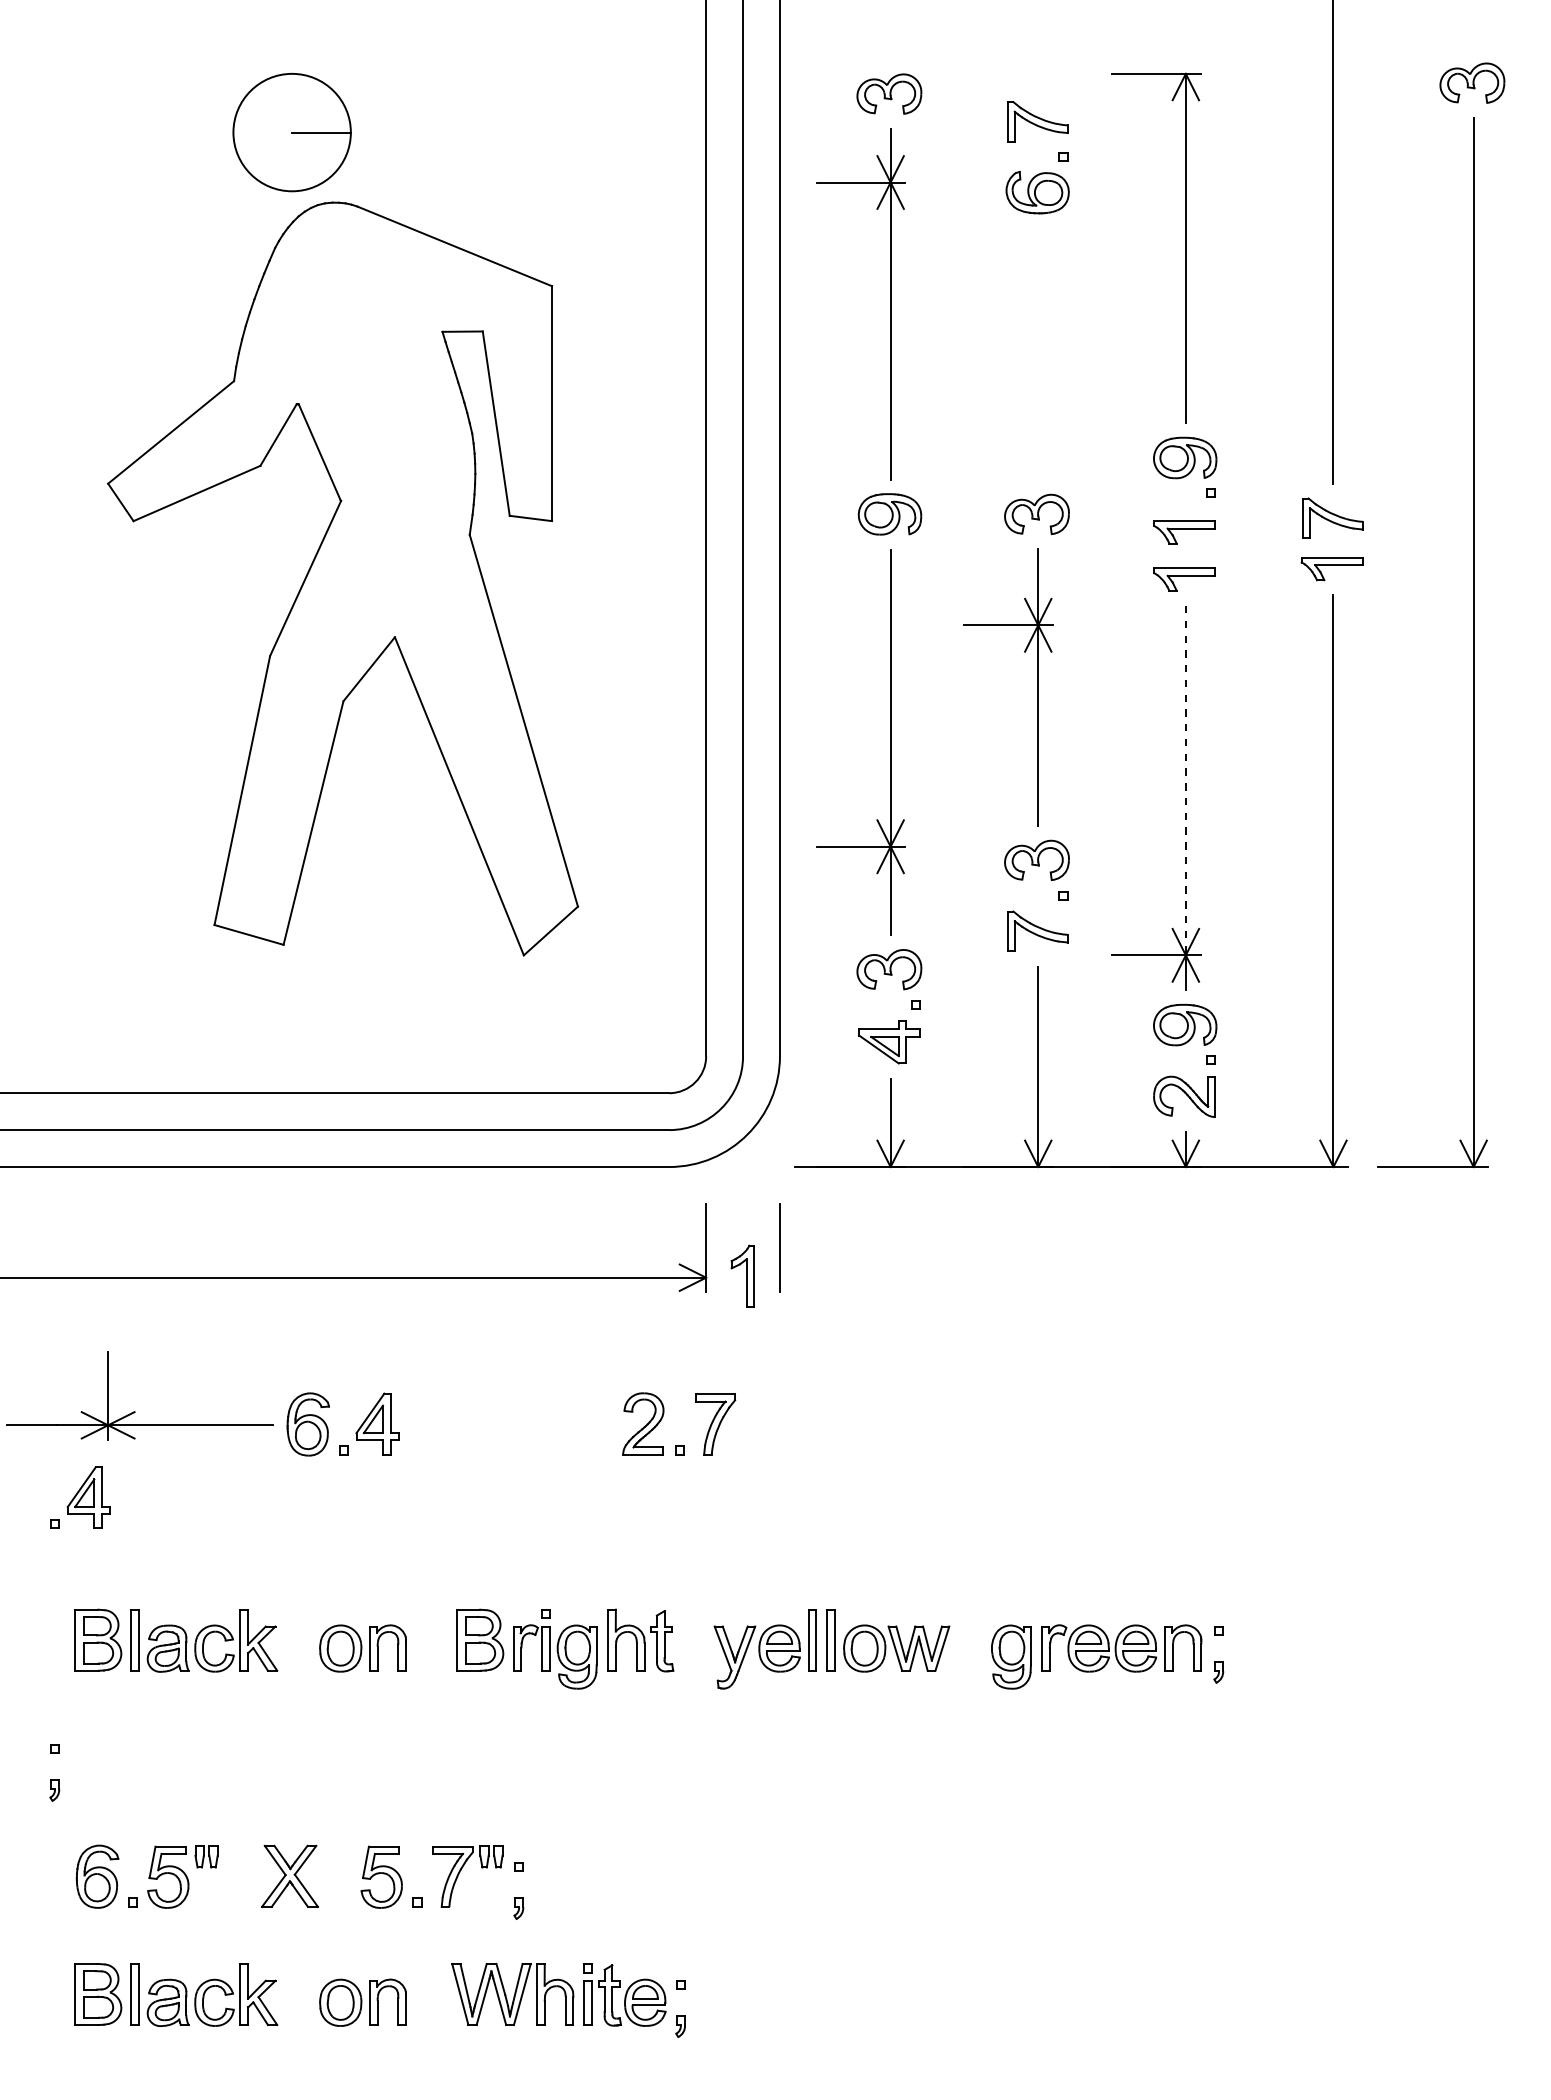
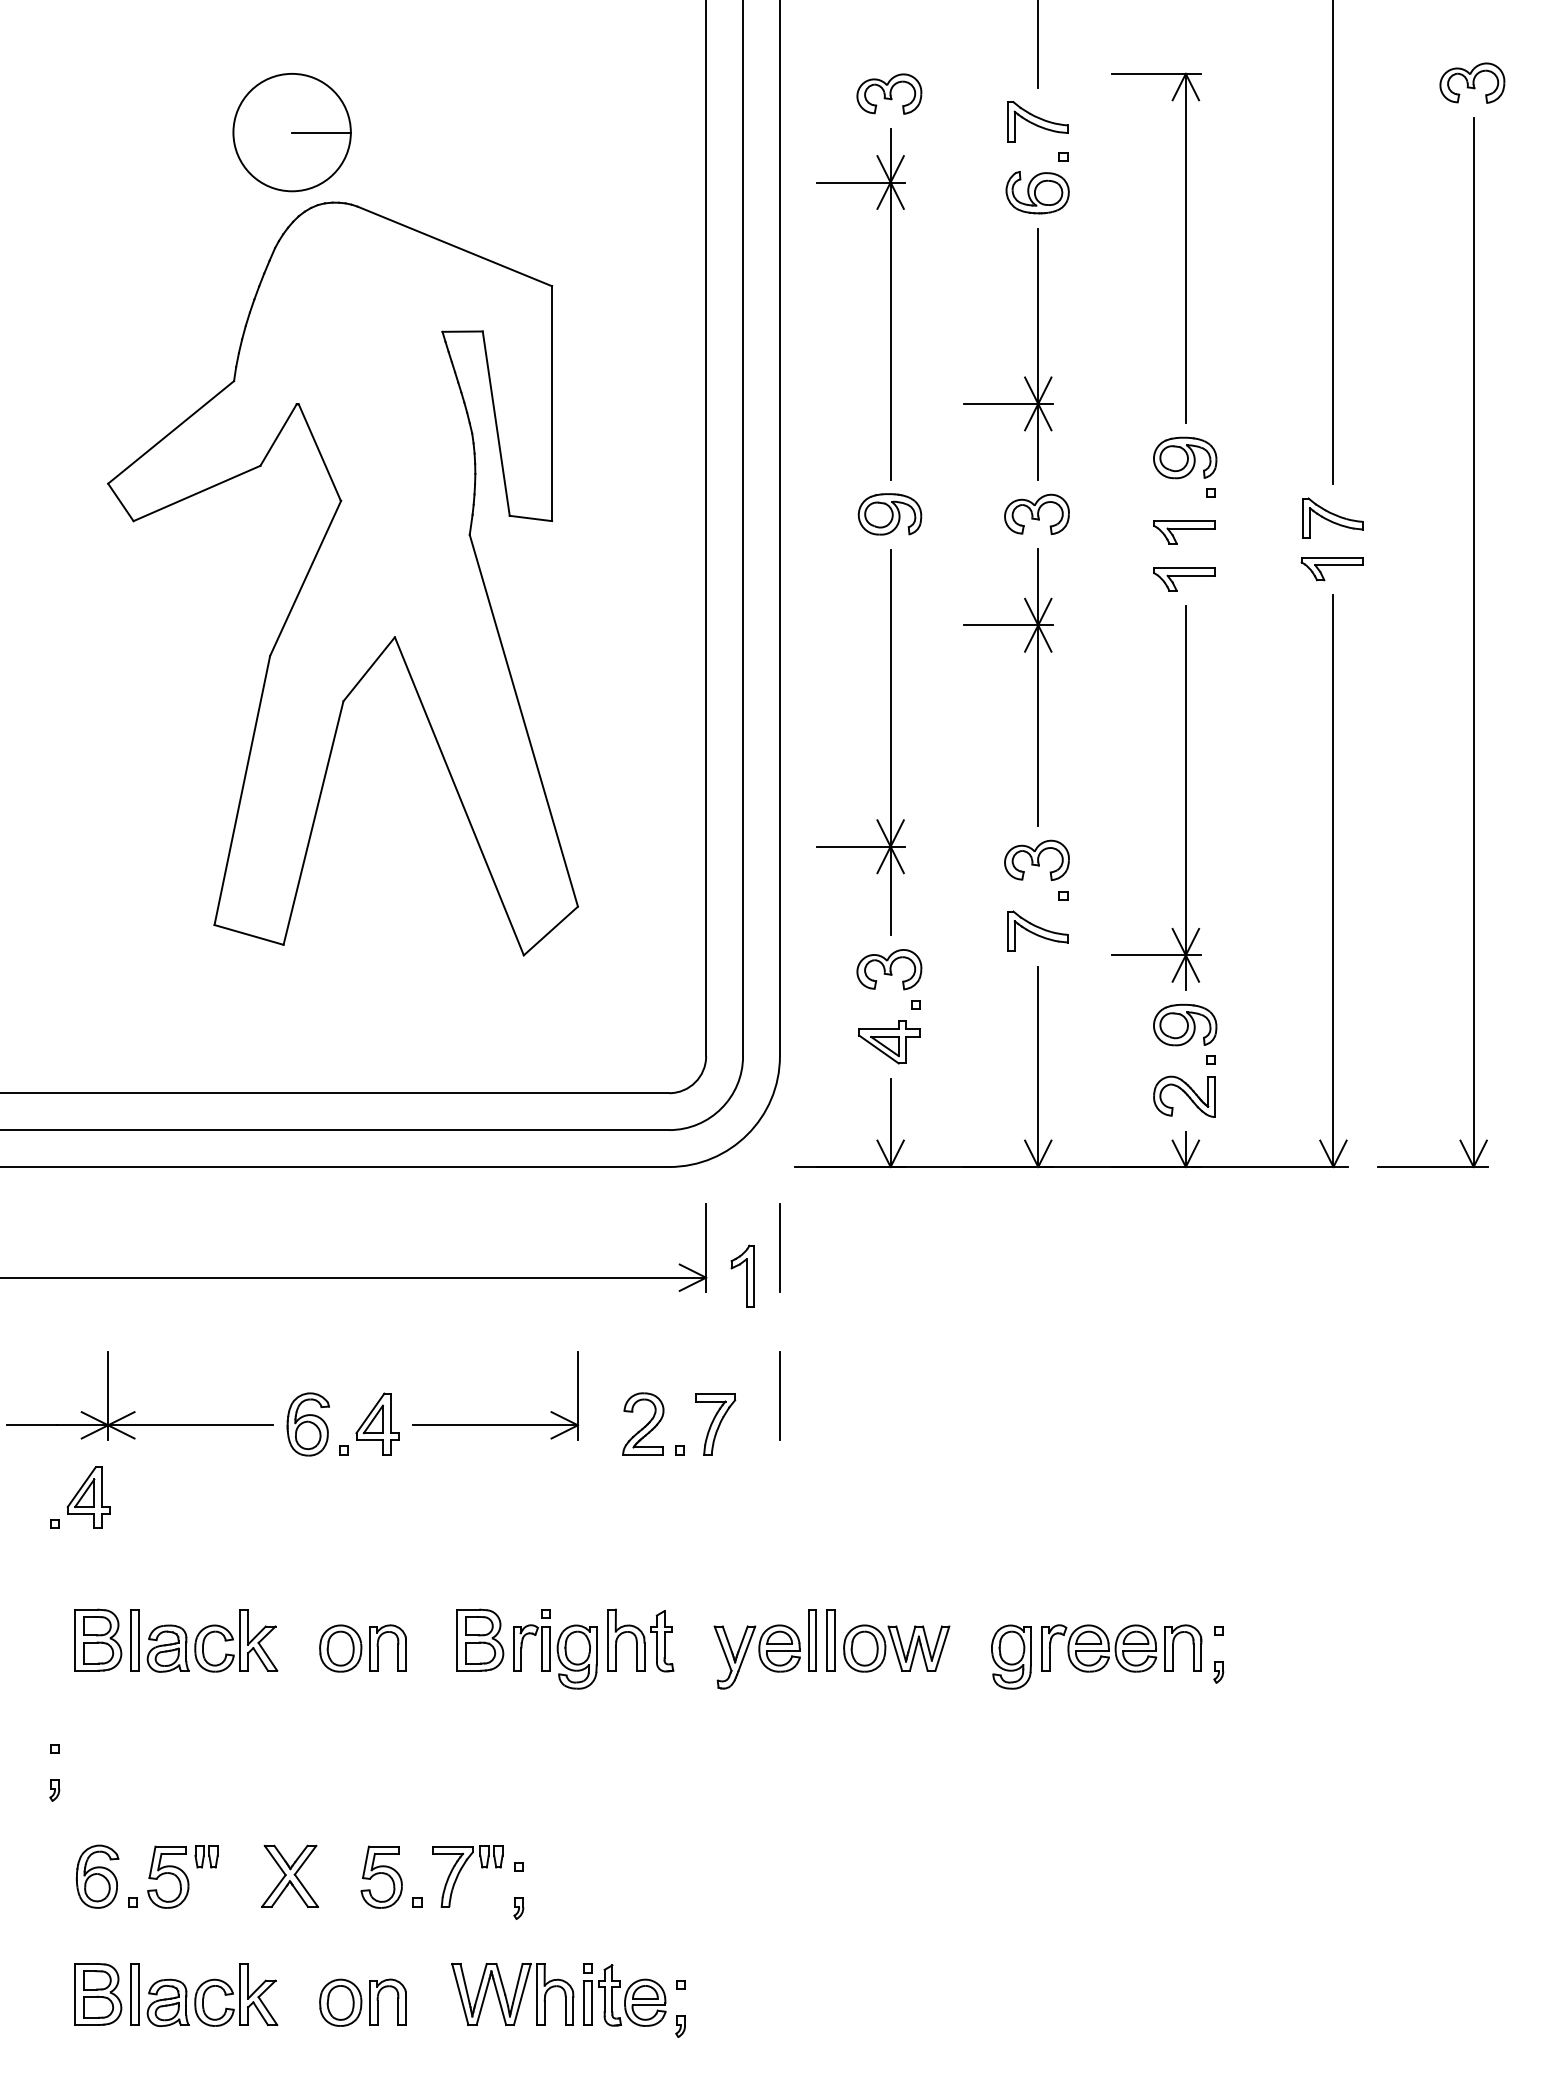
line at (1038, 44): none -> present
part at (1024, 376): none -> present
line at (1185, 780): dashed -> solid
line at (779, 1395): none -> present
part at (495, 1424): none -> present
